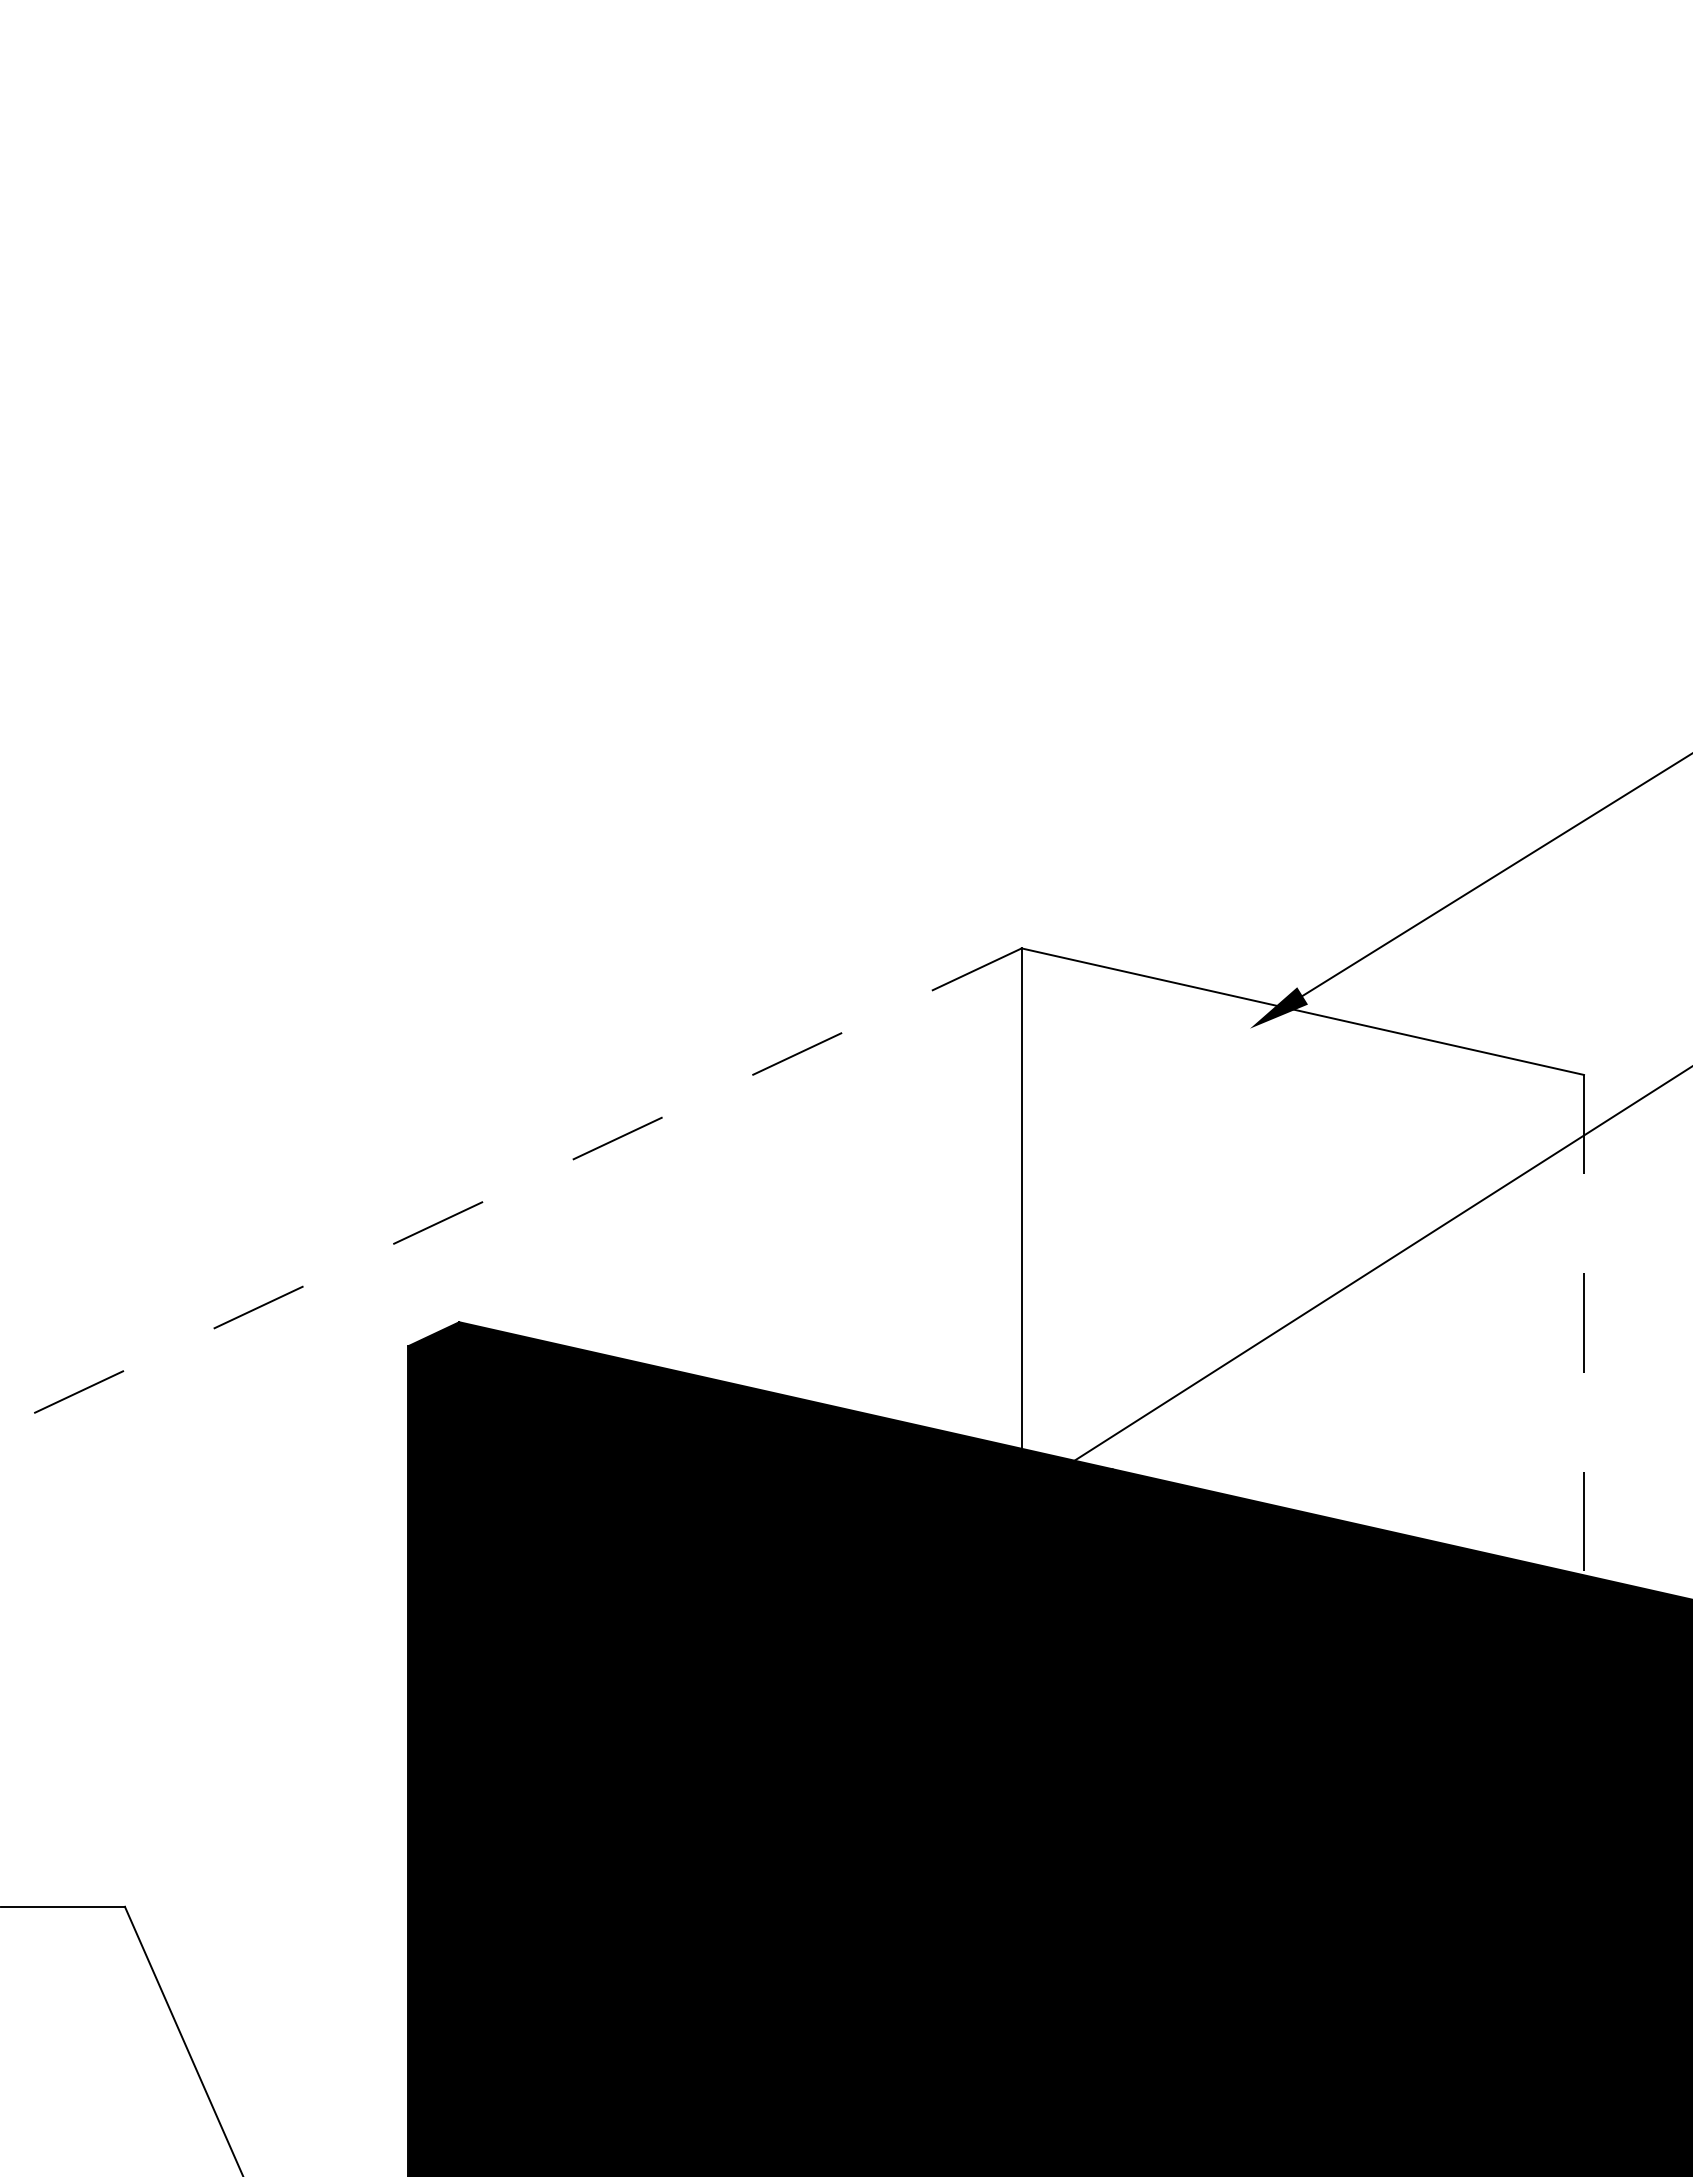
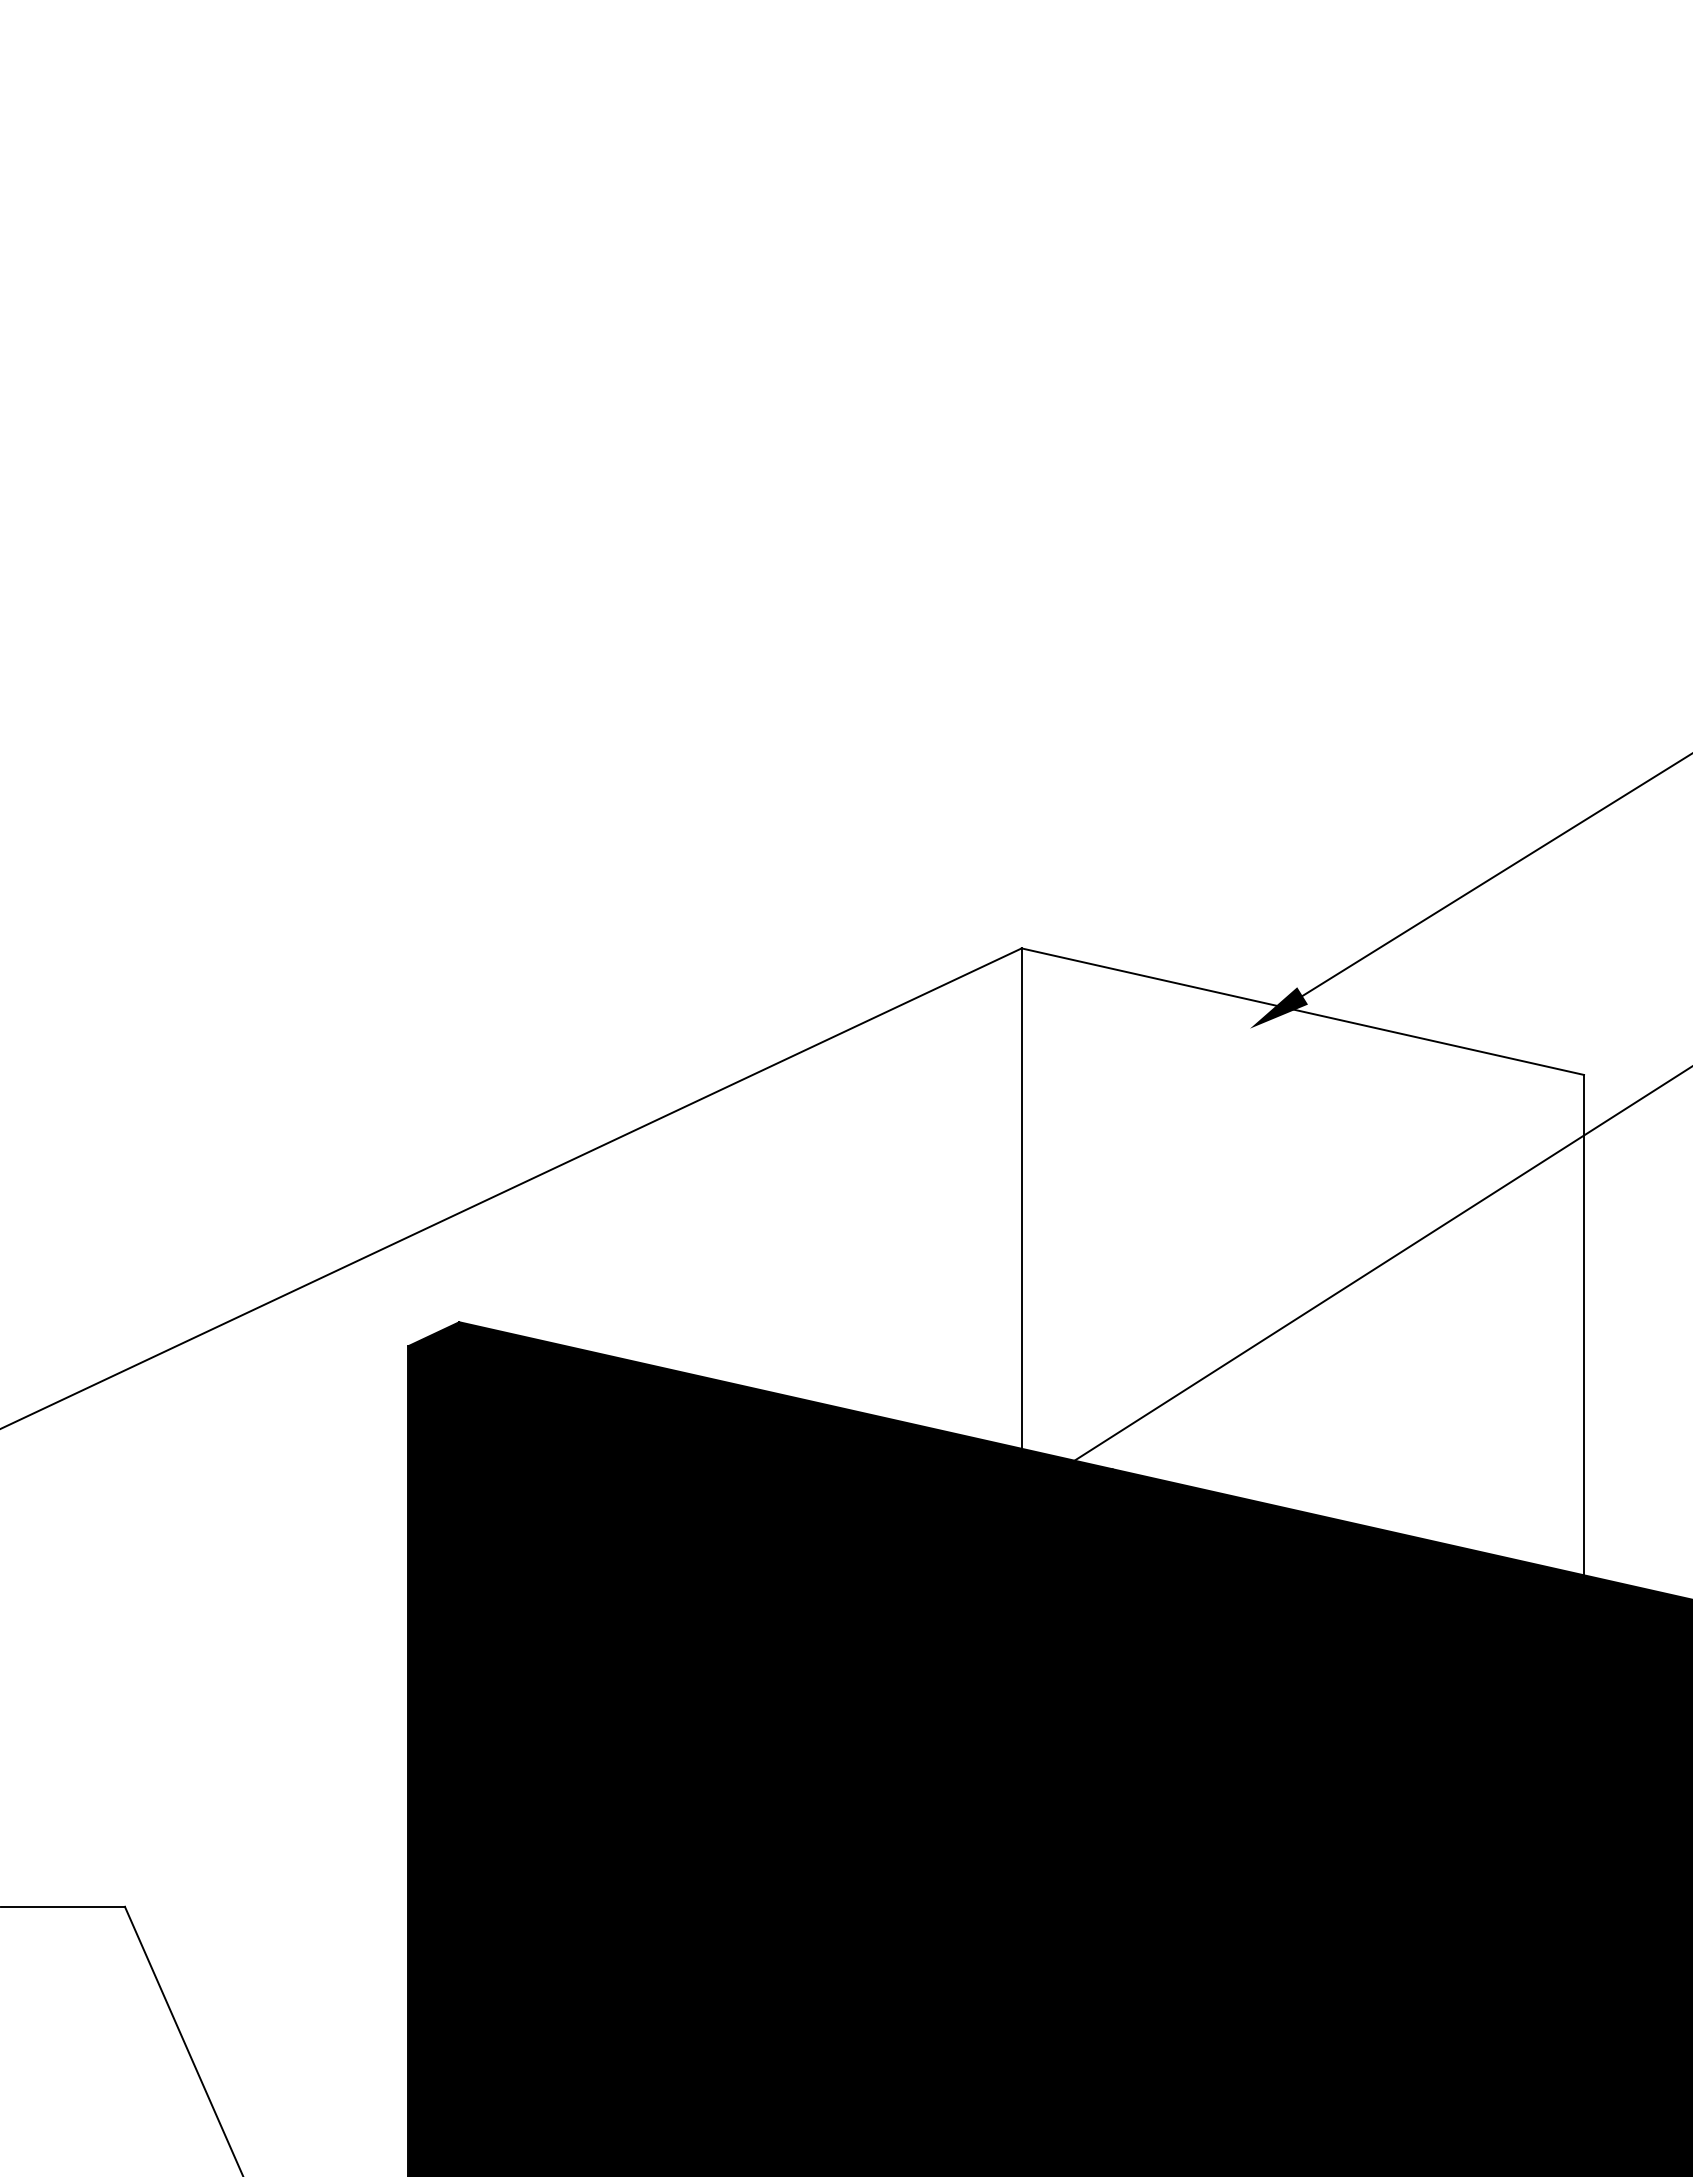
line at (510, 1188): dashed -> solid
line at (1584, 1325): dashed -> solid
